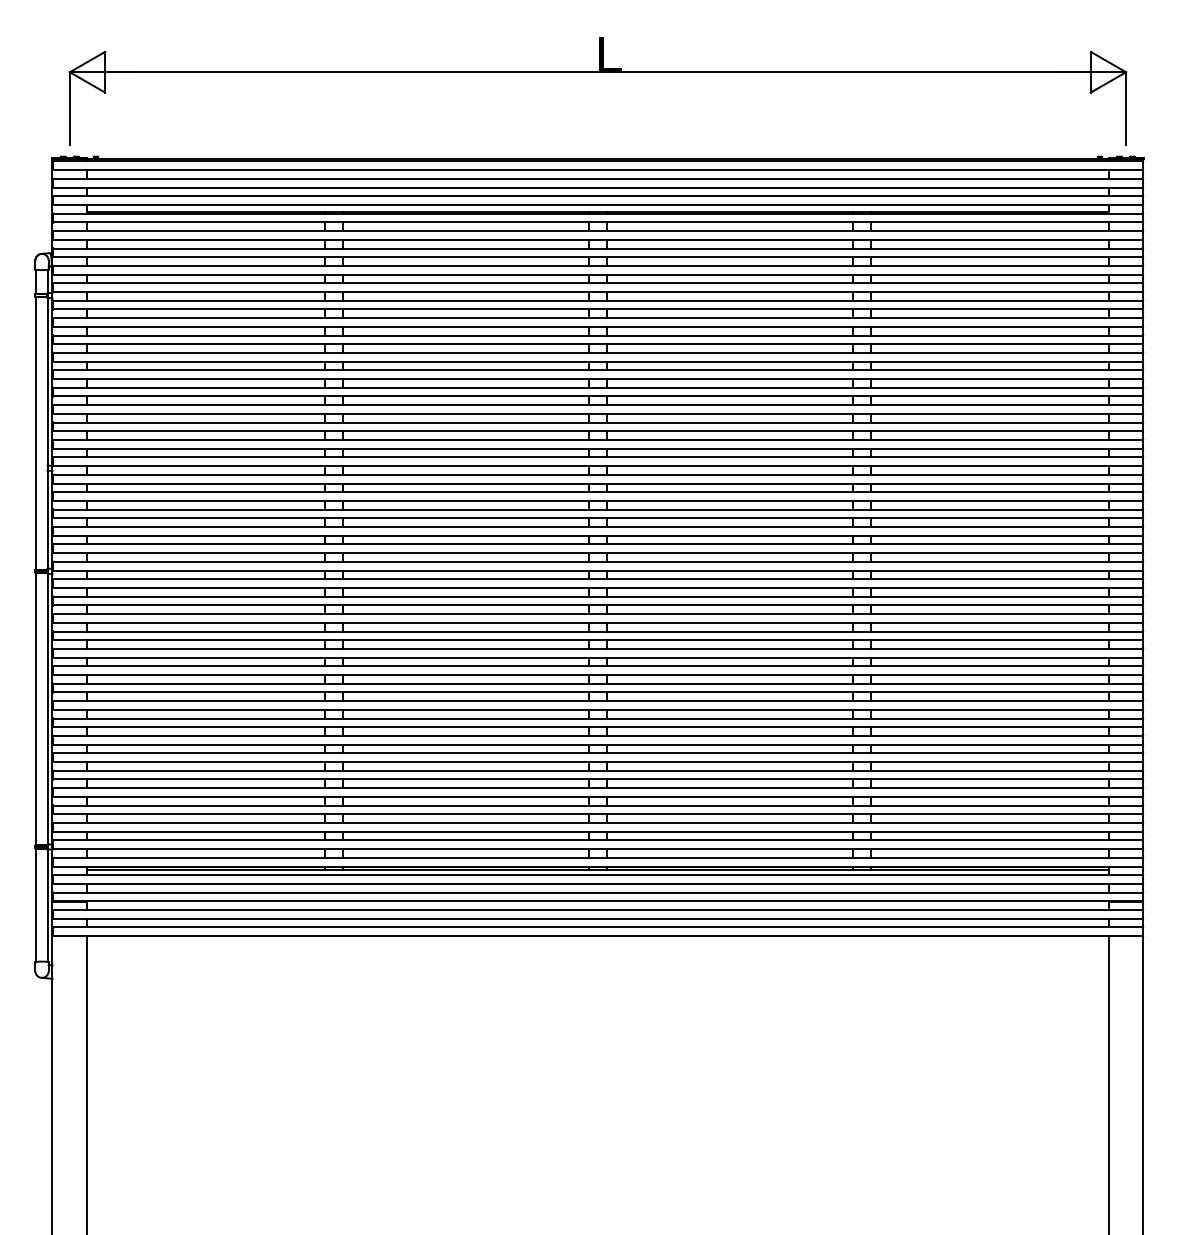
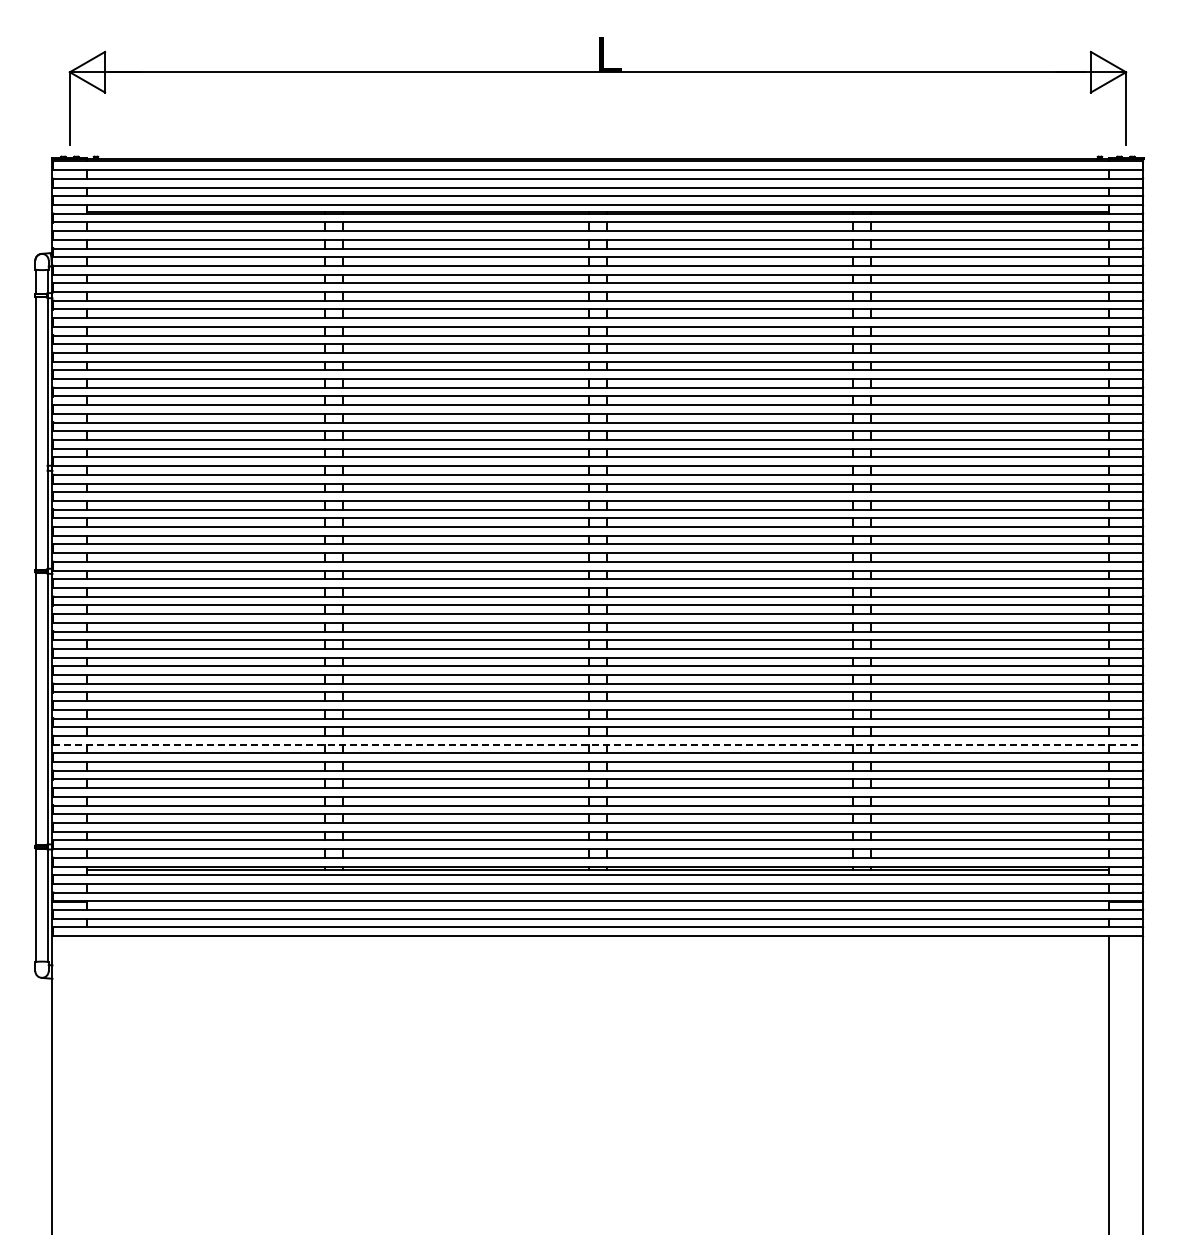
line at (597, 744): solid -> dashed
line at (87, 1083): present -> none
